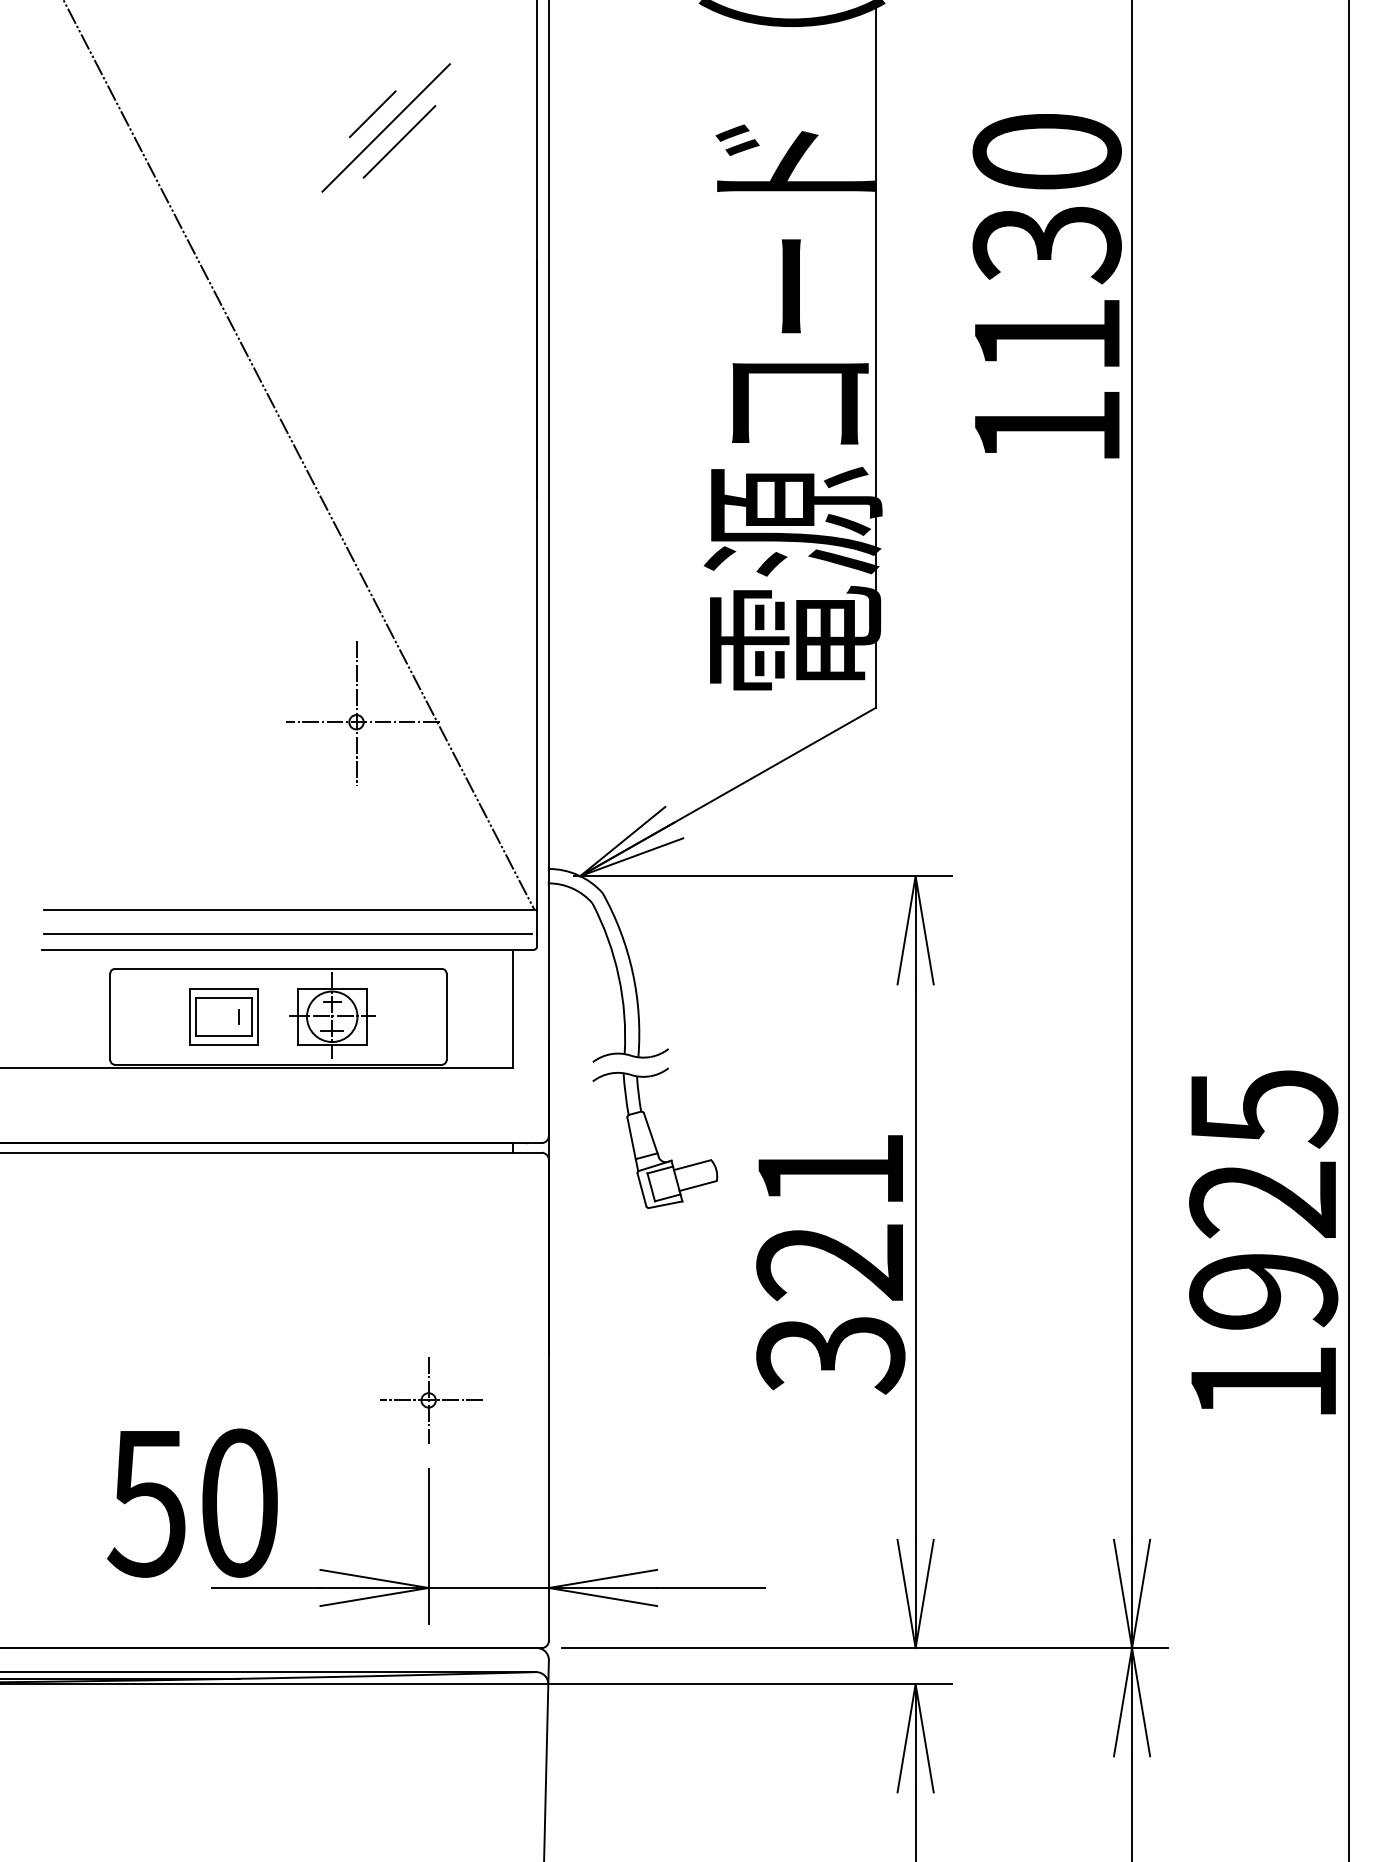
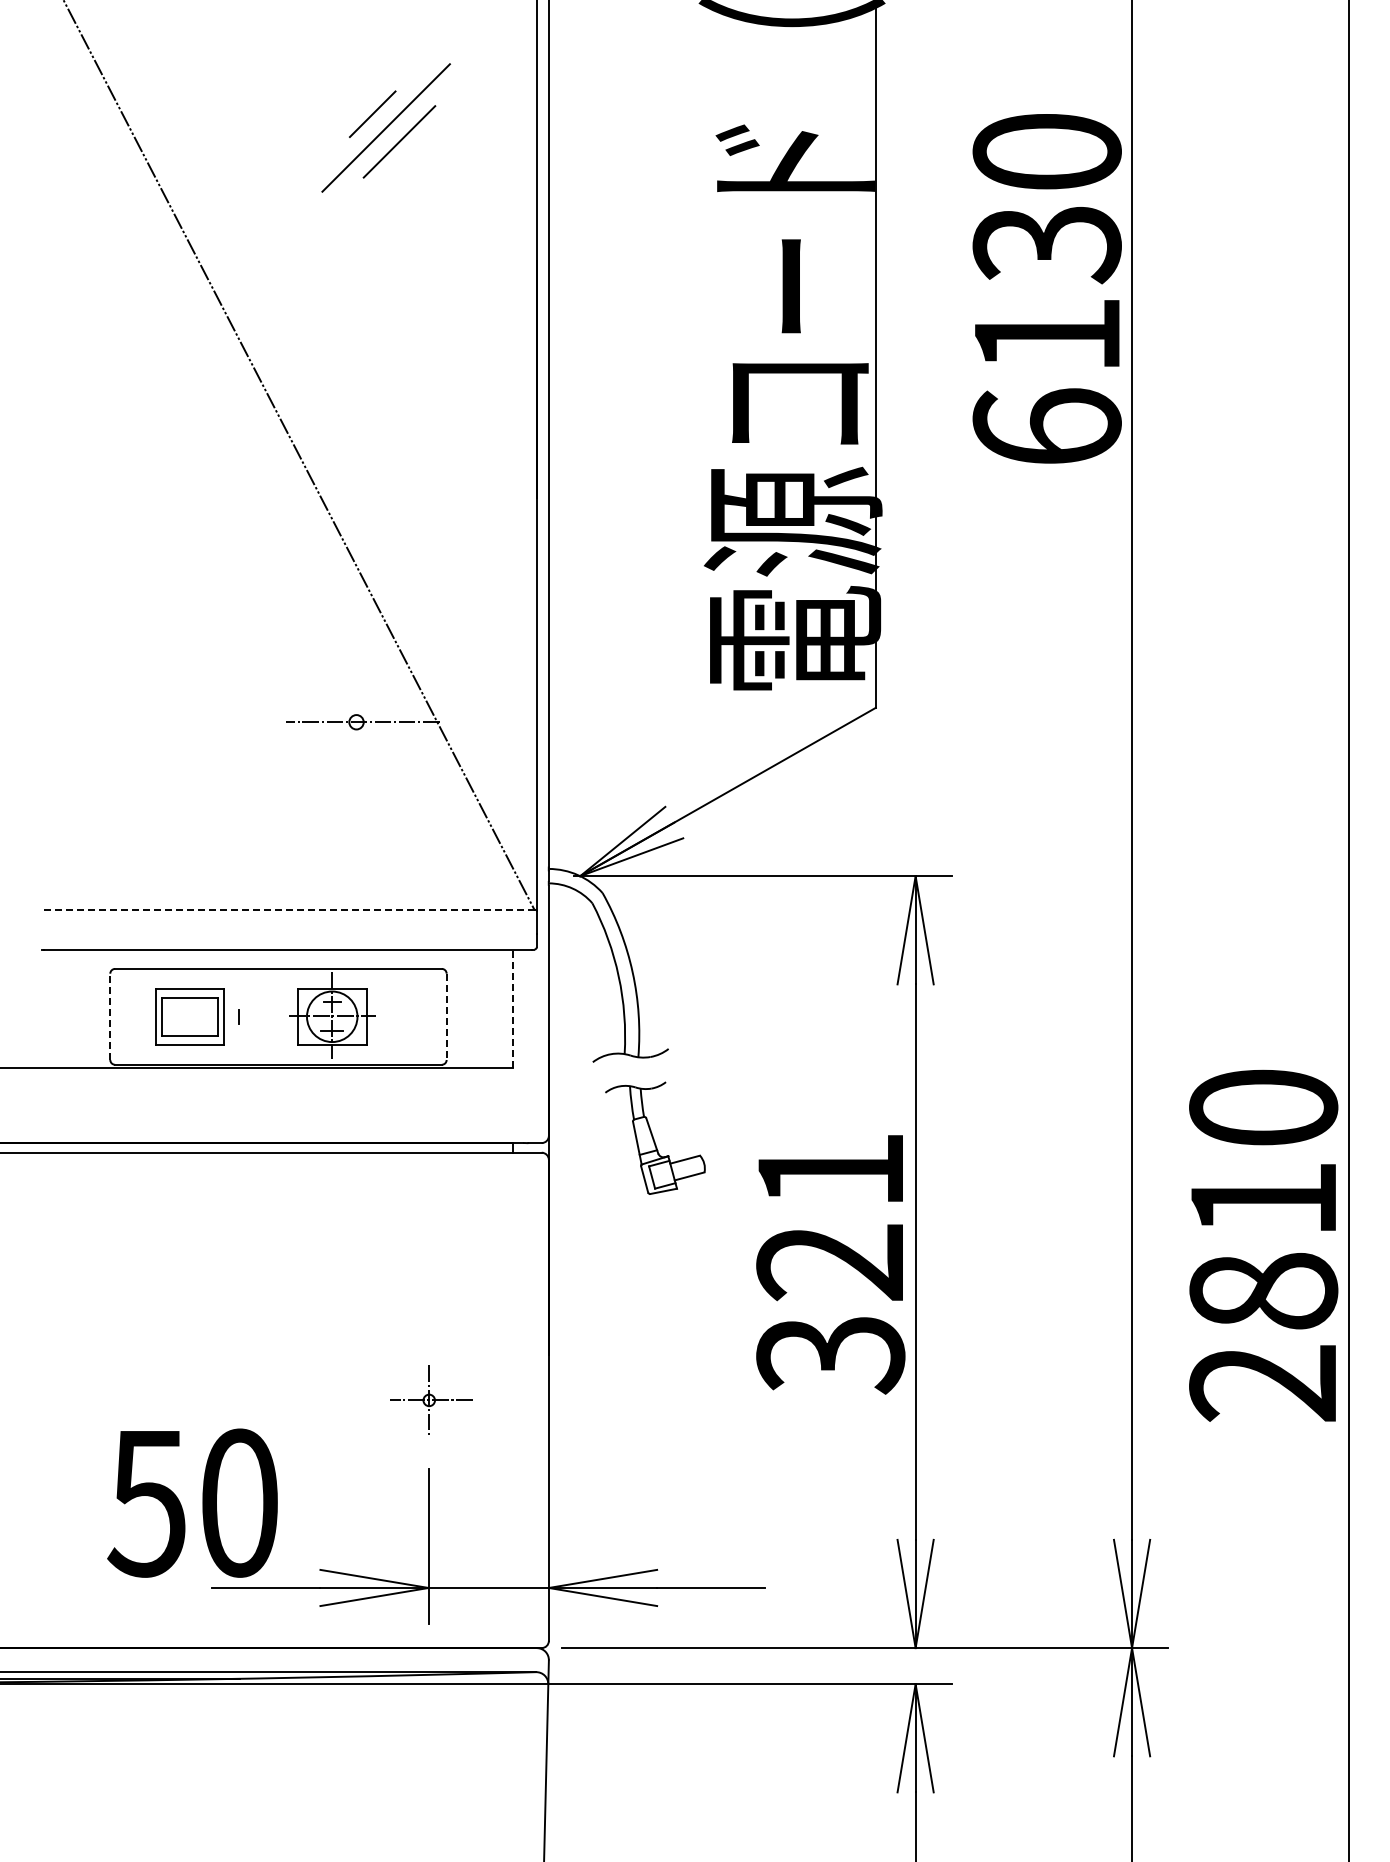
text at (1046, 425): 1130 -> 6130
line at (356, 713): present -> none
line at (287, 909): solid -> dashed
line at (287, 934): present -> none
line at (512, 1008): solid -> dashed
line at (110, 1016): solid -> dashed
part at (223, 1016) position: (223, 1016) -> (189, 1016)
line at (446, 1017): solid -> dashed
part at (655, 1137) size: 127x142 px -> 101x114 px
text at (1263, 1245): 1925 -> 2810
part at (431, 1400) size: 103x87 px -> 83x70 px
